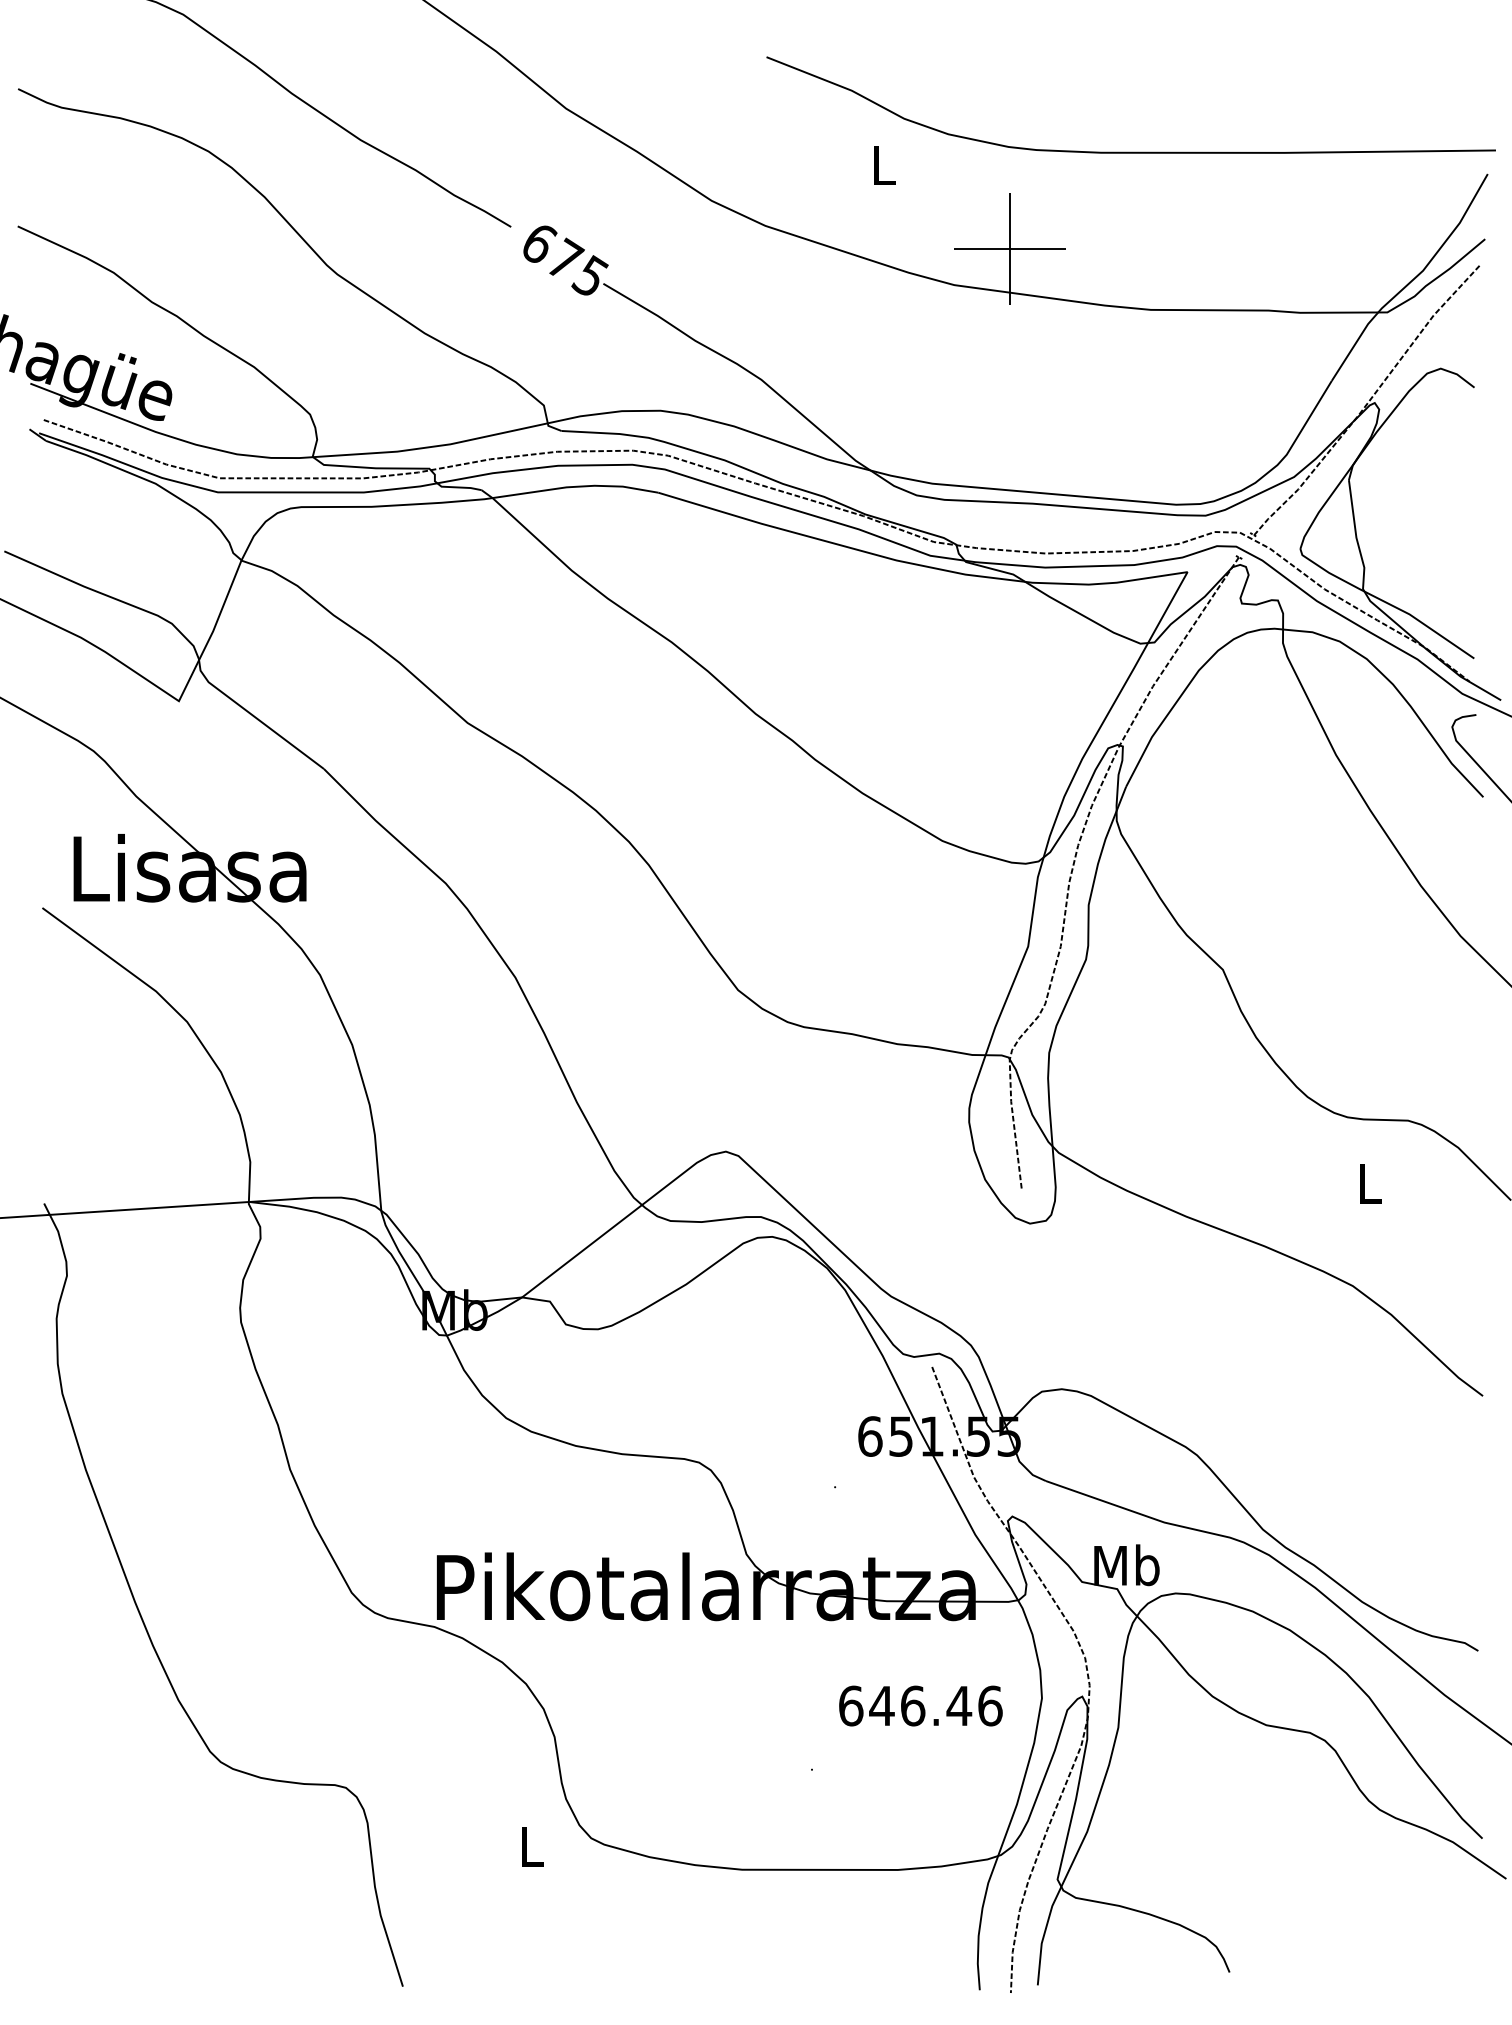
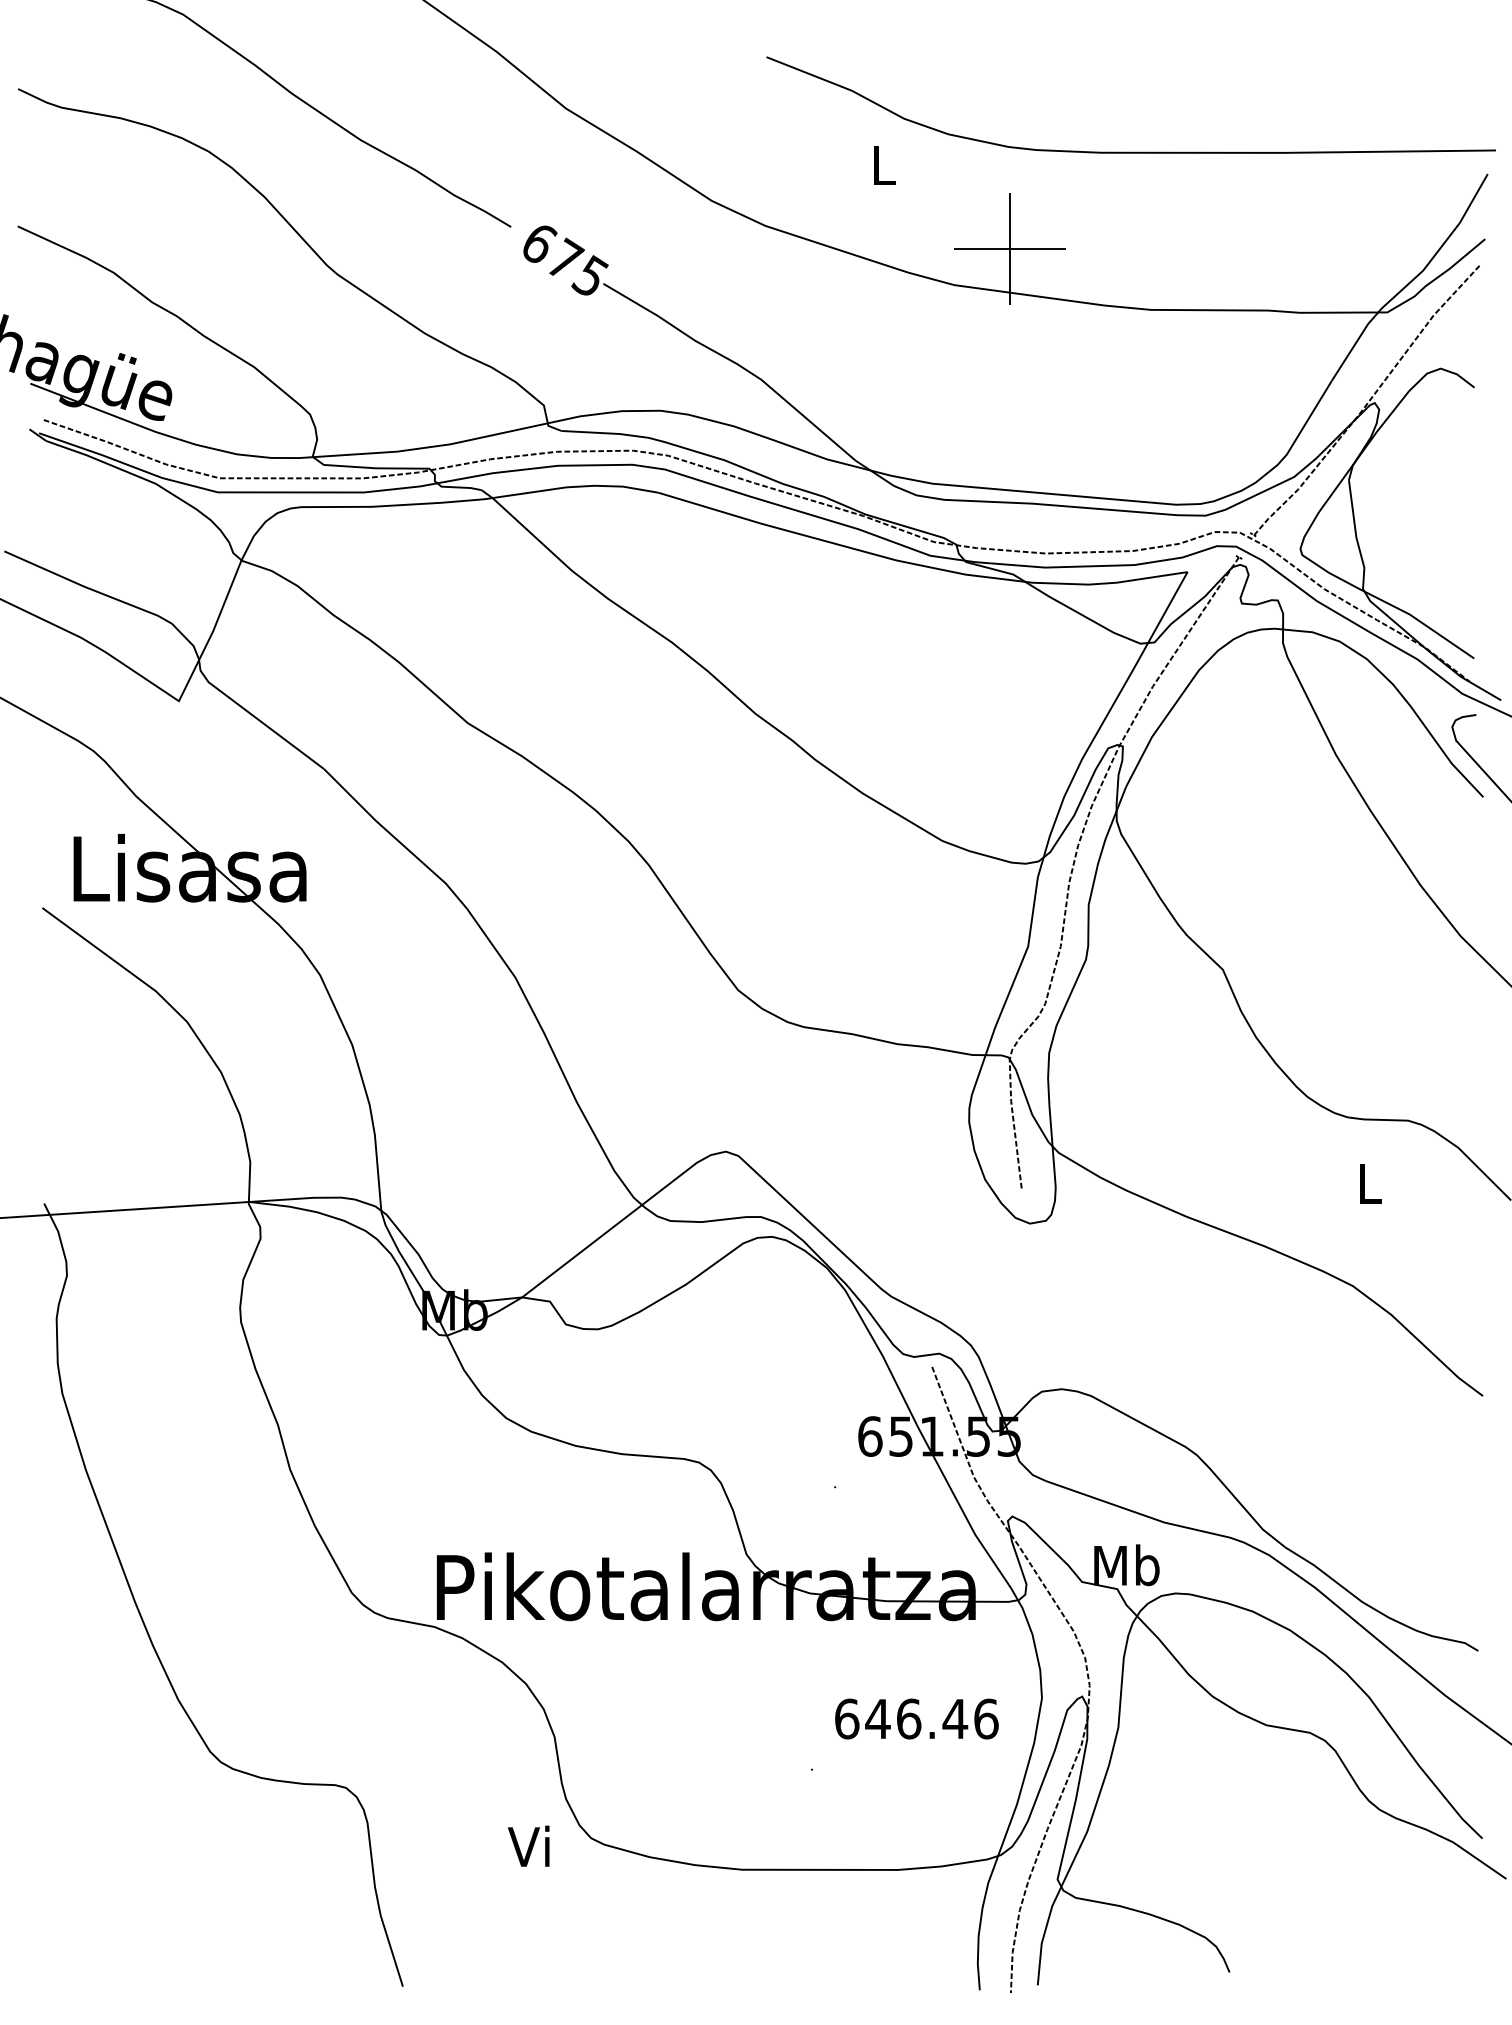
text at (920, 1705) position: (920, 1705) -> (916, 1718)
text at (528, 1845): L -> Vi
